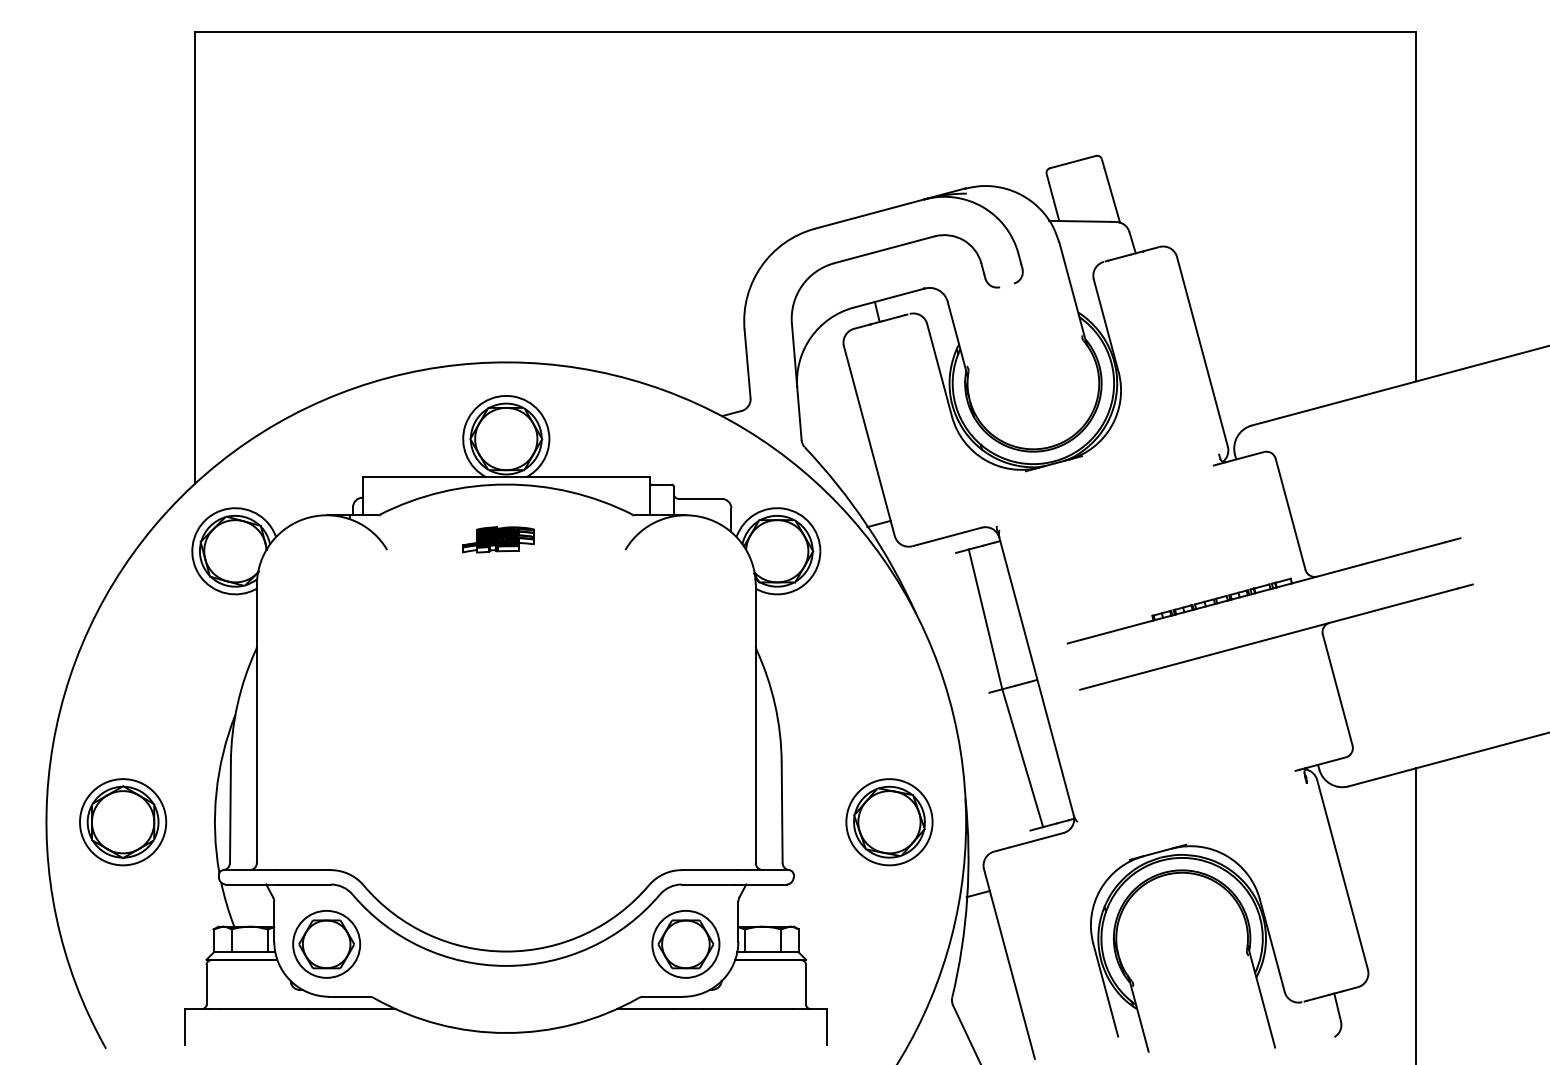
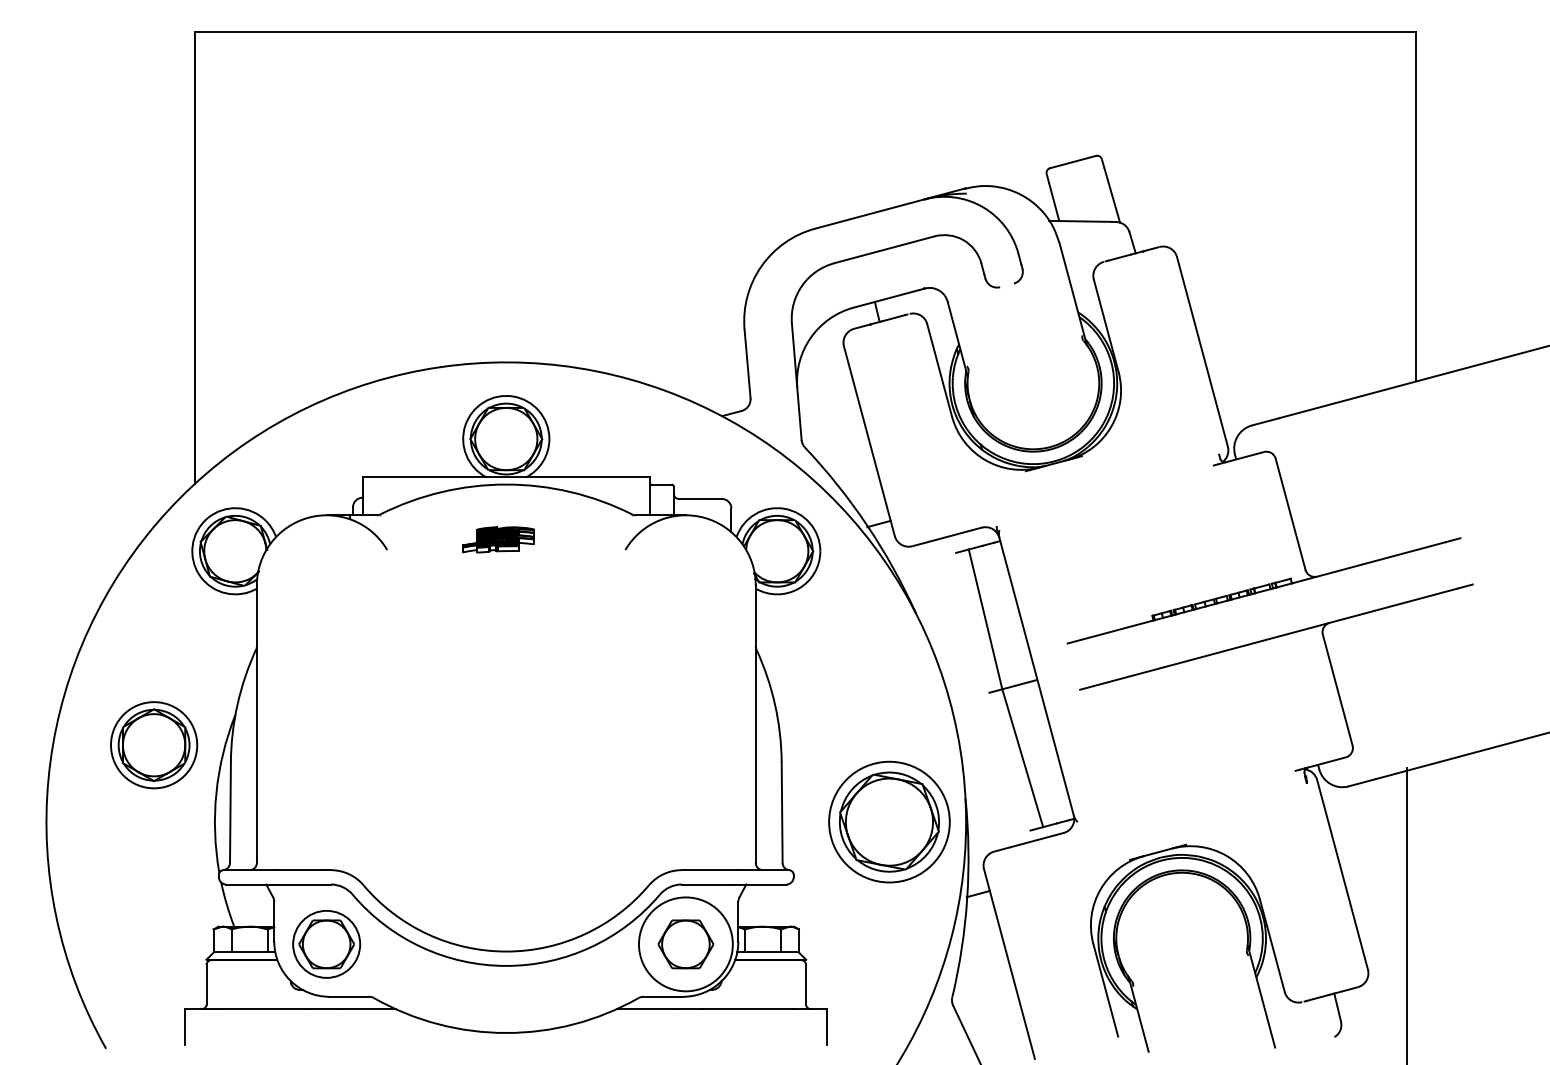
part at (123, 822) position: (123, 822) -> (154, 745)
part at (889, 822) size: 89x89 px -> 123x124 px
line at (1416, 914) position: (1416, 914) -> (1407, 914)
circle at (685, 943) diameter: 67 px -> 94 px
